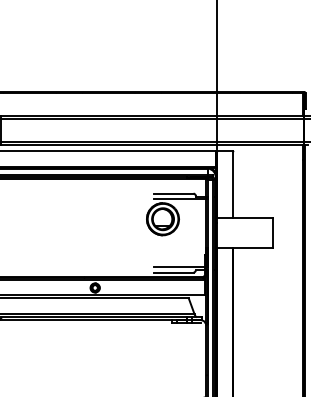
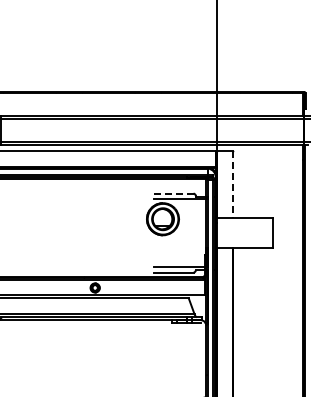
line at (233, 185): solid -> dashed
line at (173, 193): solid -> dashed
